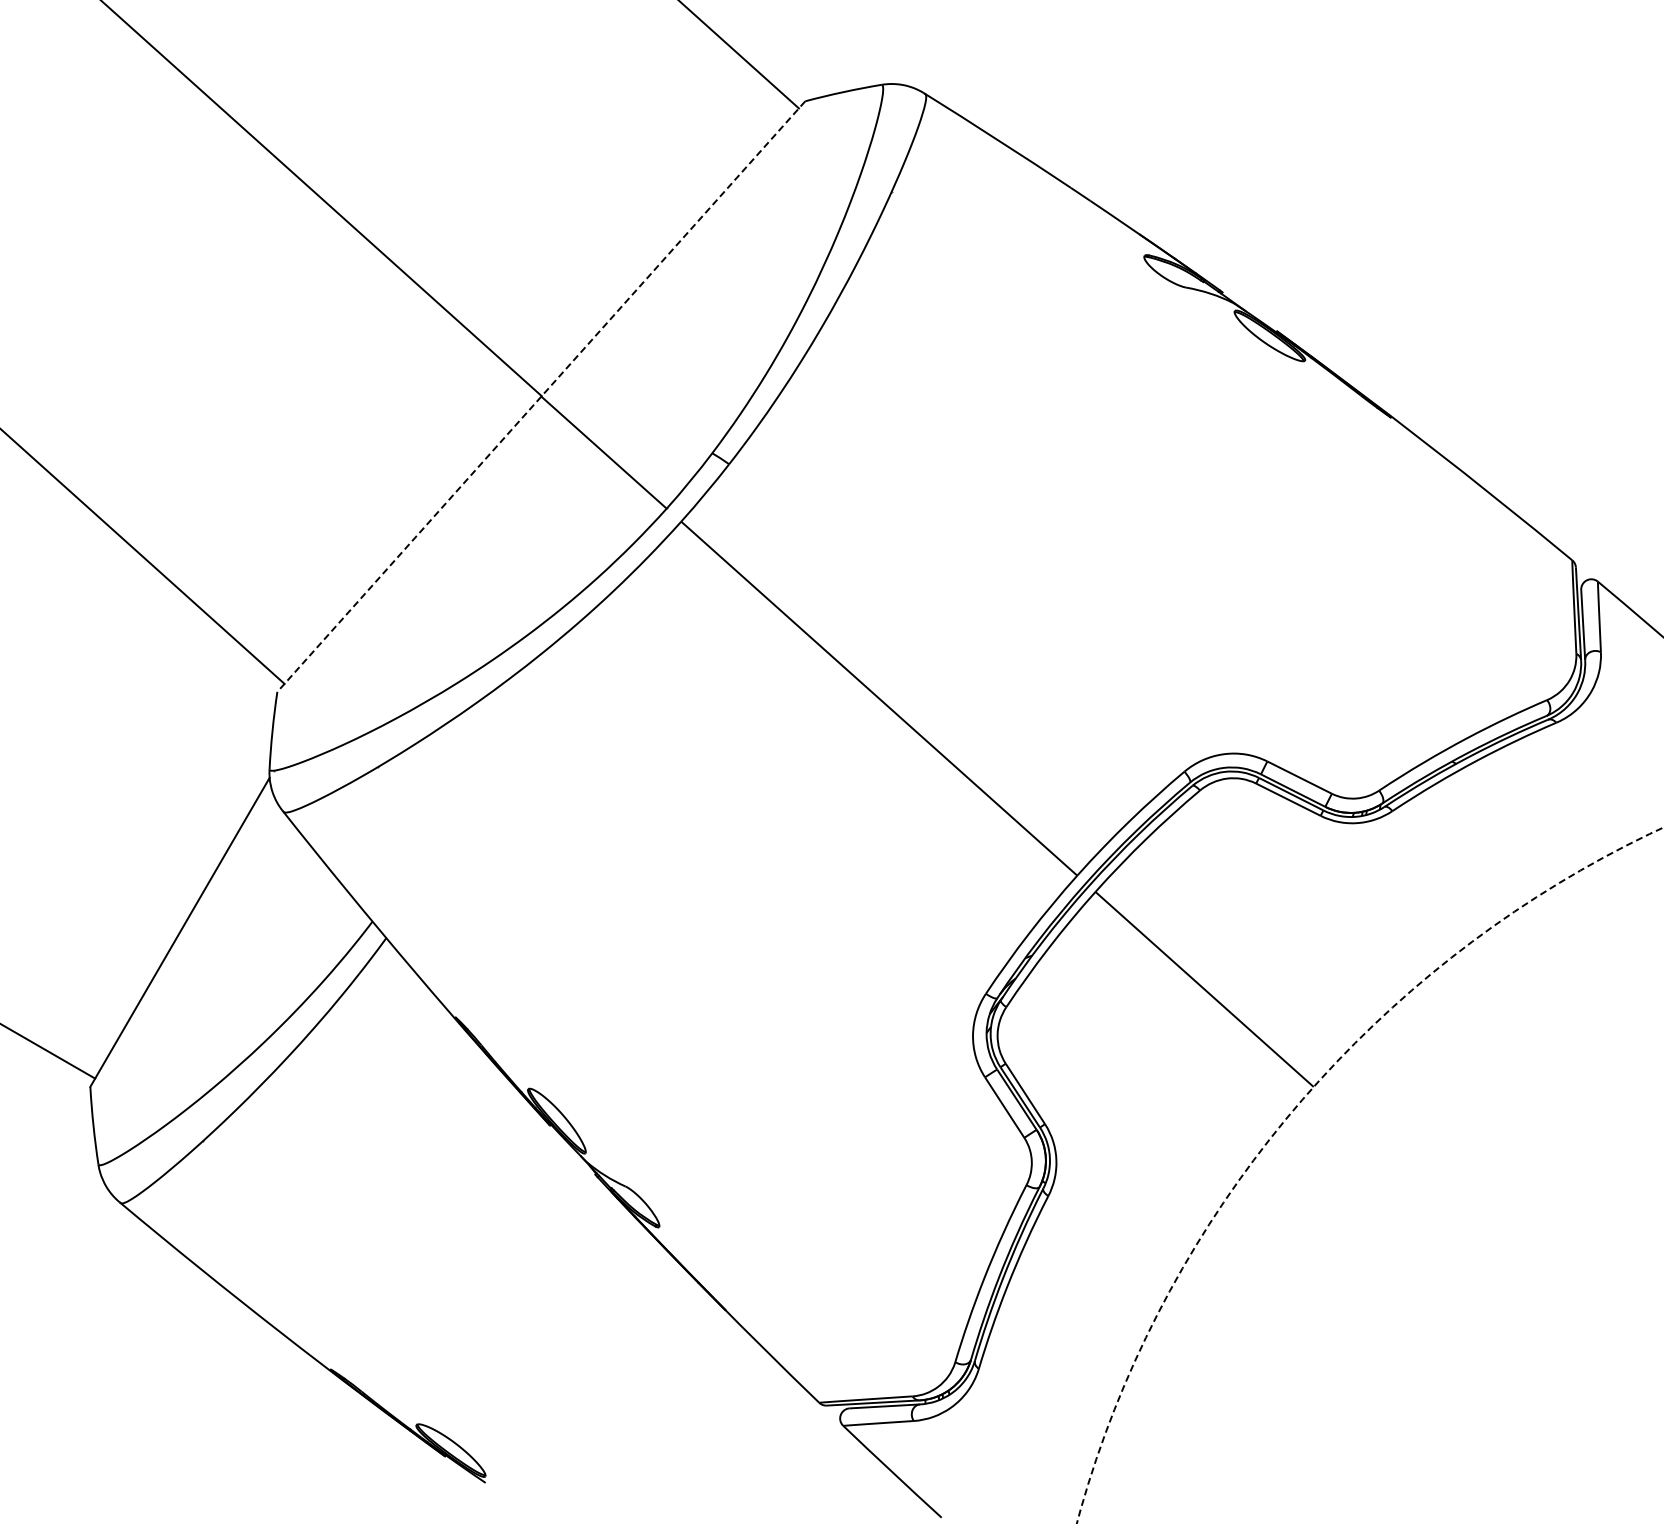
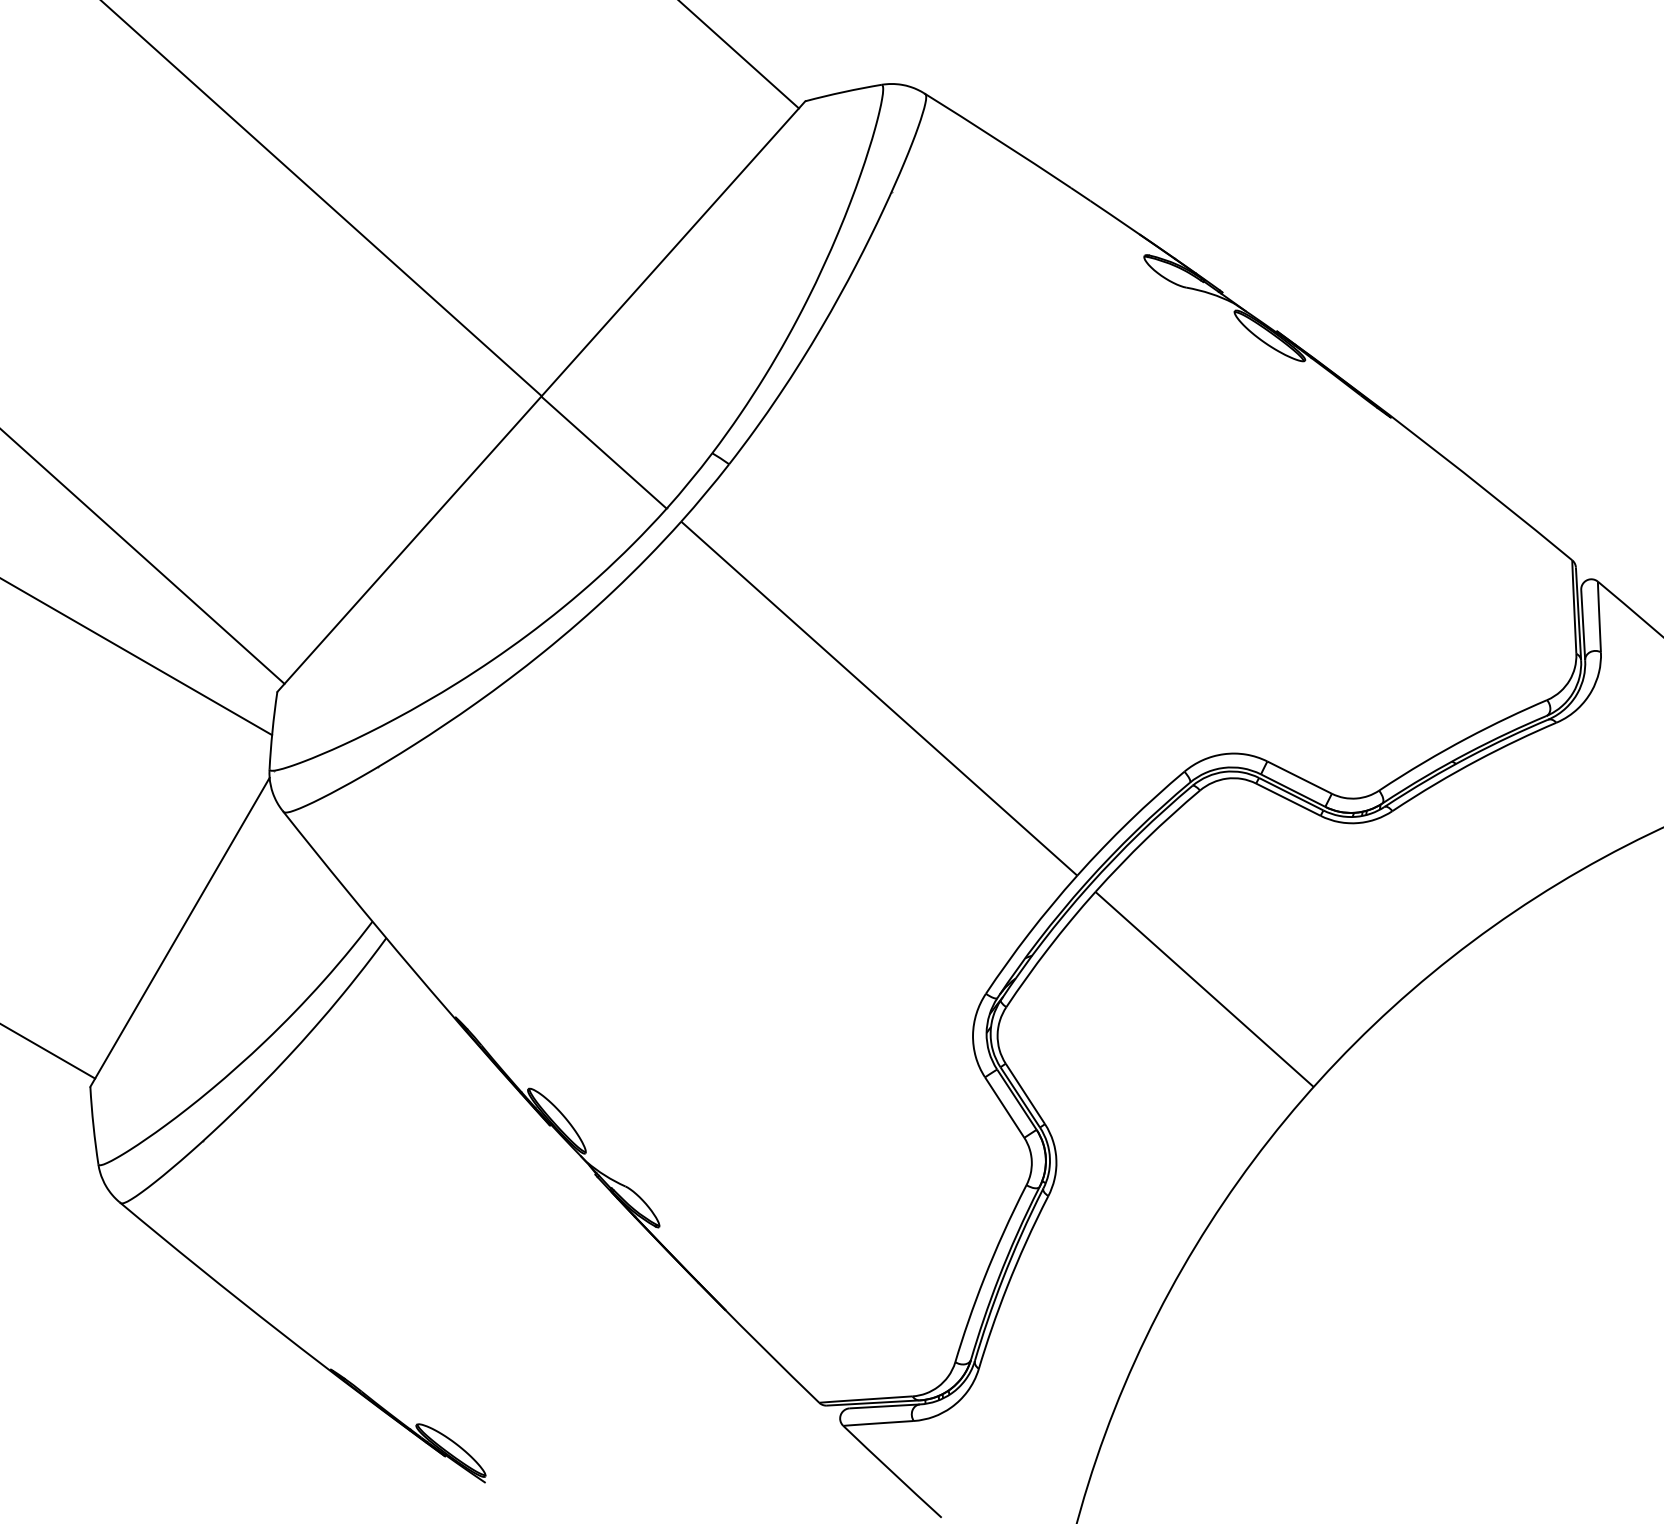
line at (541, 396): dashed -> solid
line at (137, 657): none -> present
circle at (1369, 1175): dashed -> solid
